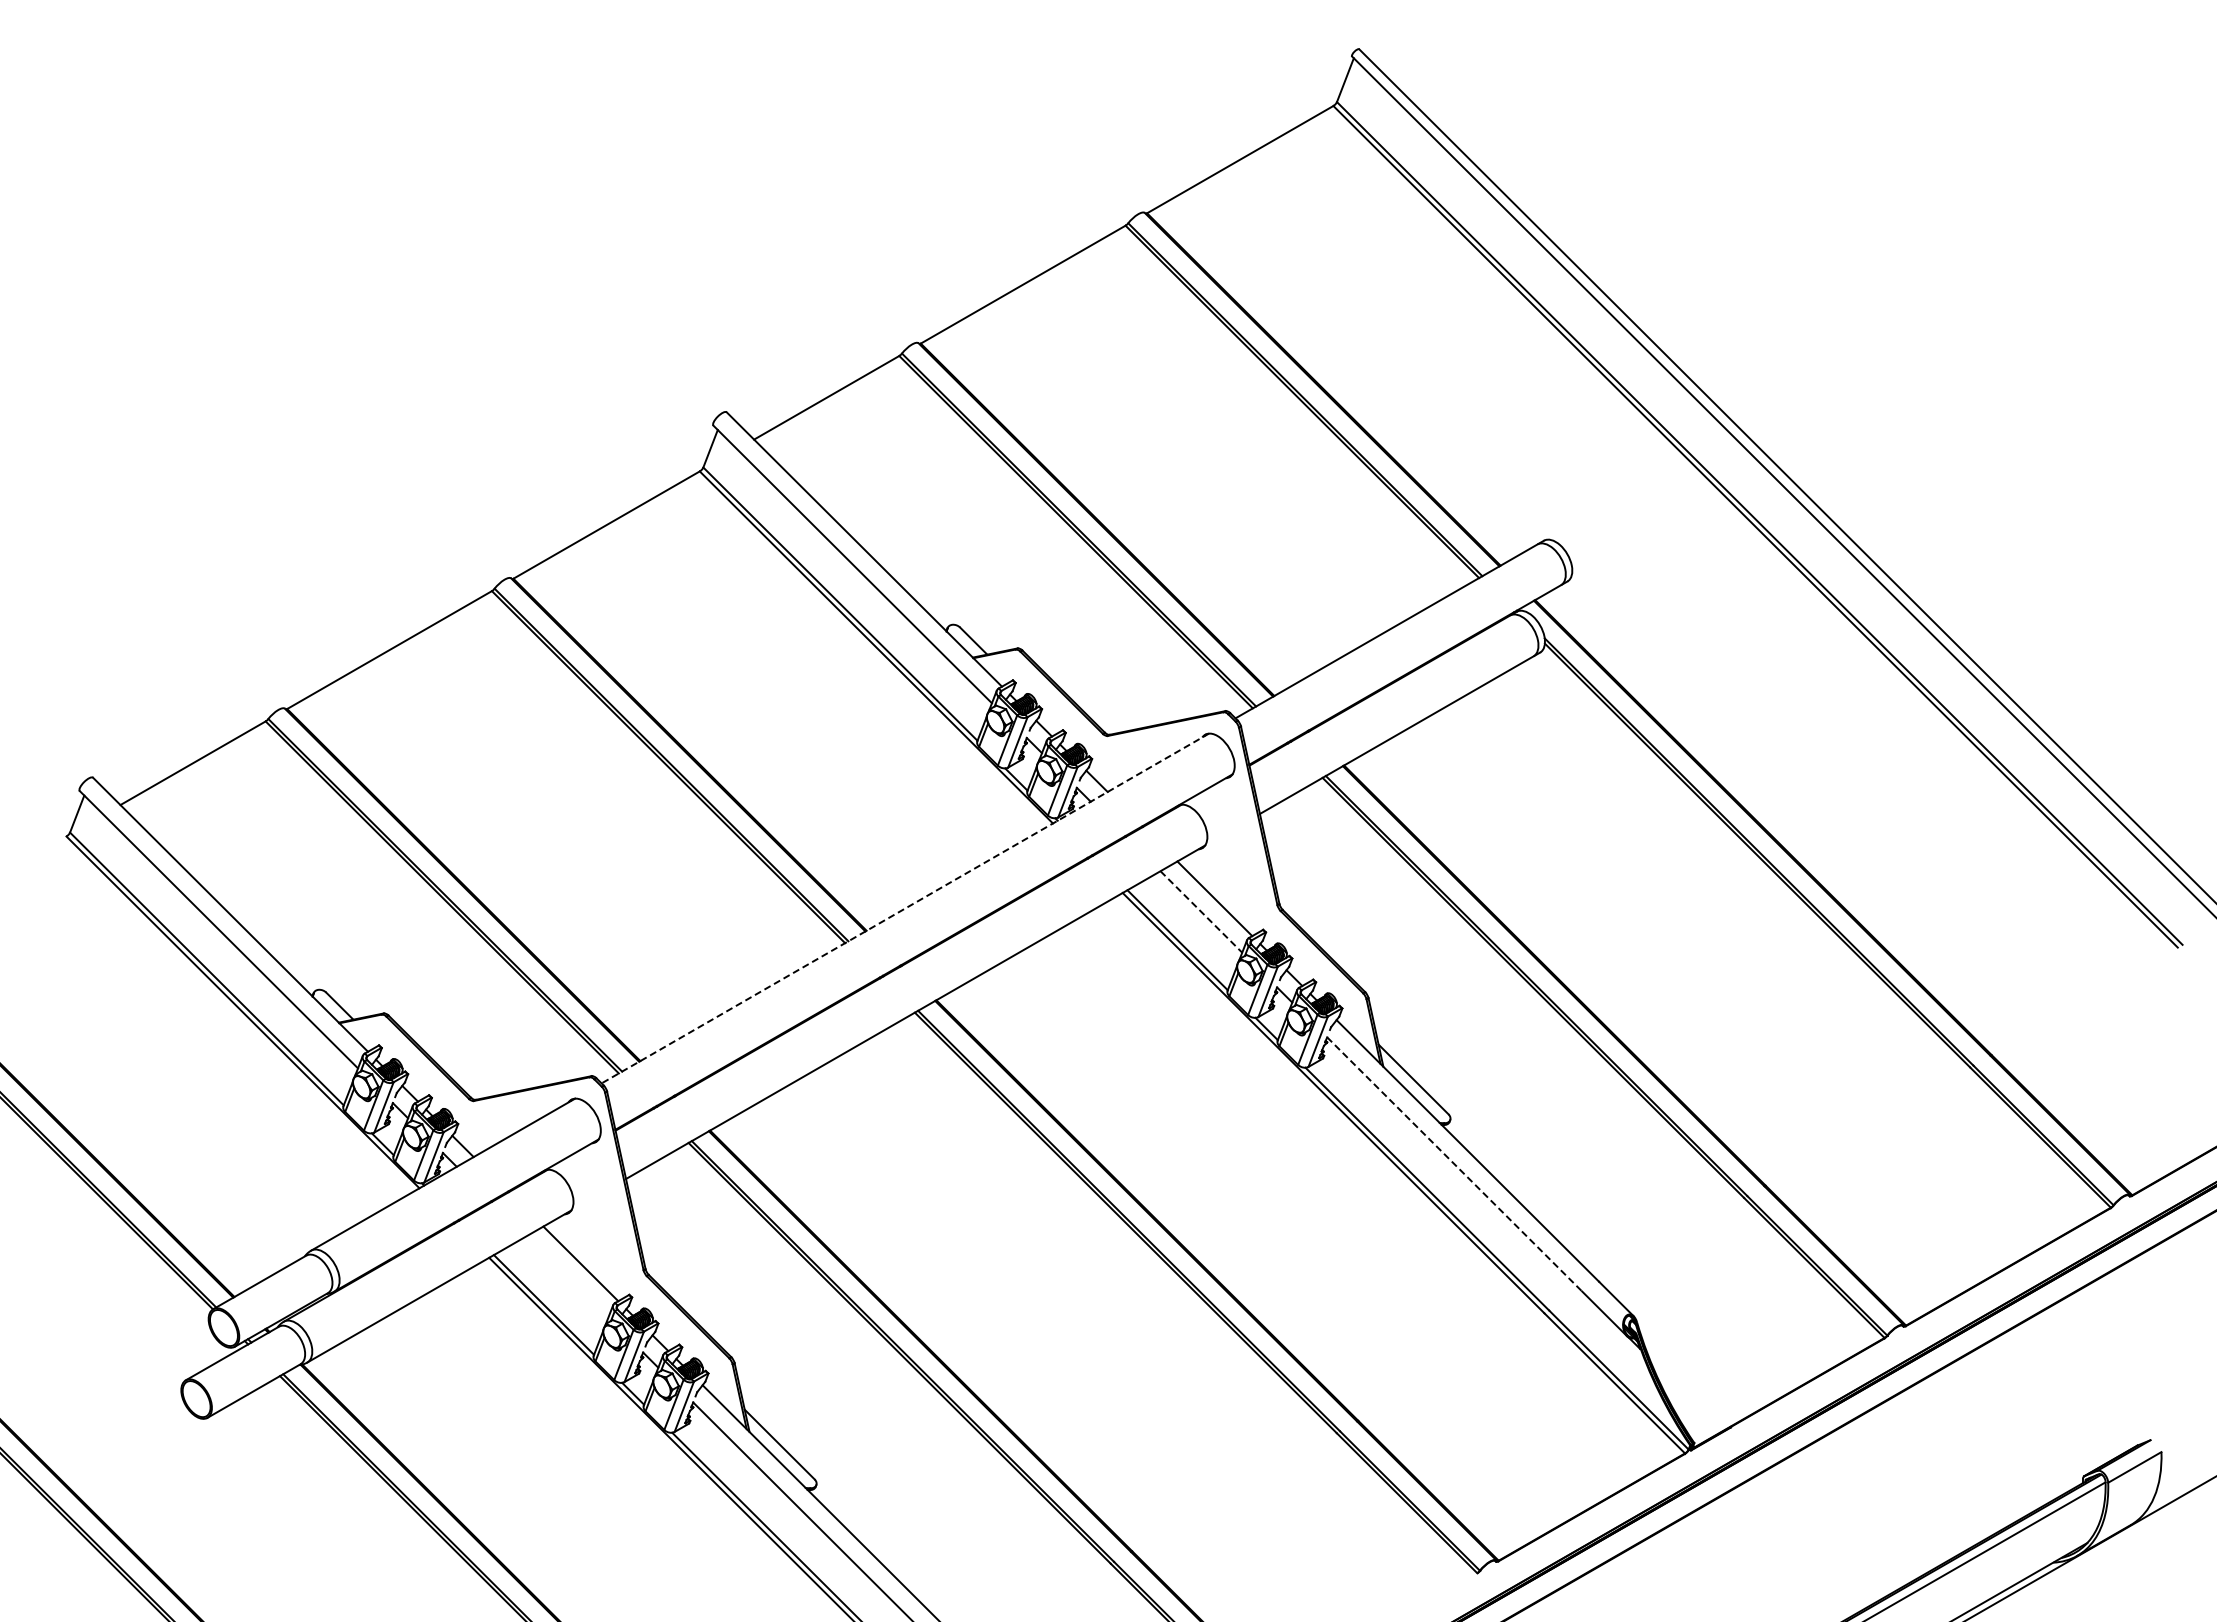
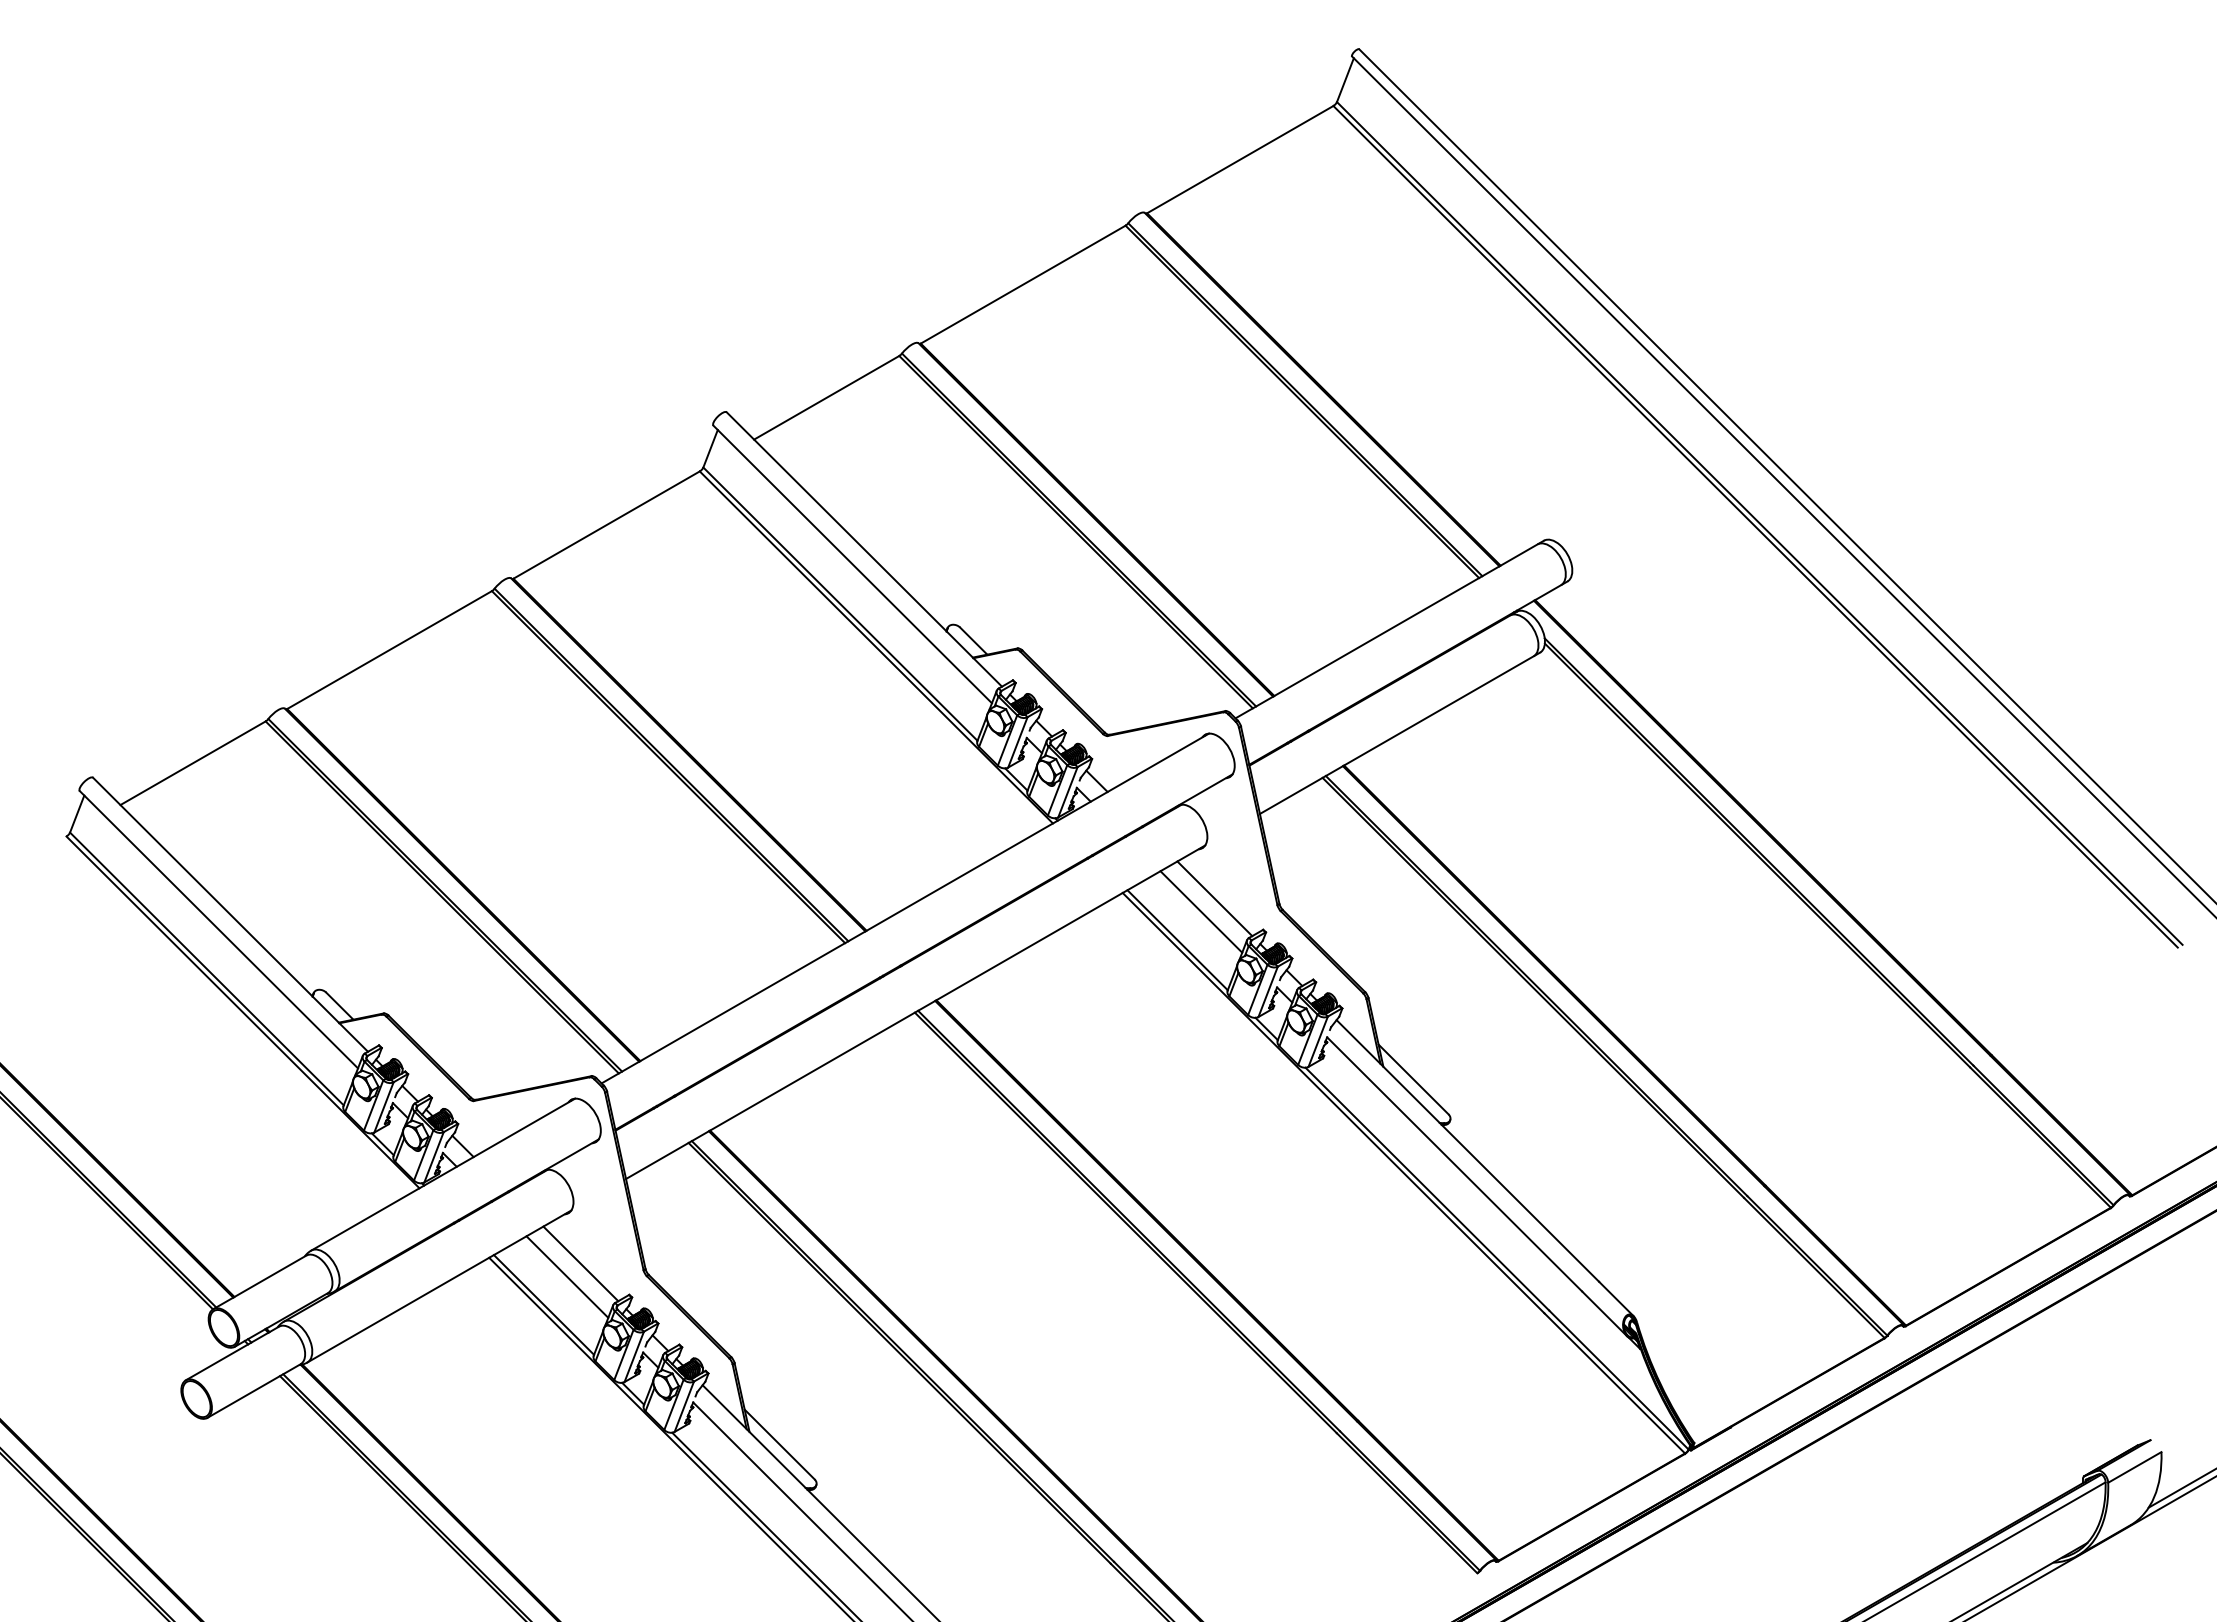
line at (904, 908): dashed -> solid
line at (1201, 911): dashed -> solid
line at (1455, 1164): dashed -> solid
line at (567, 1276): none -> present
line at (2180, 1488): none -> present
